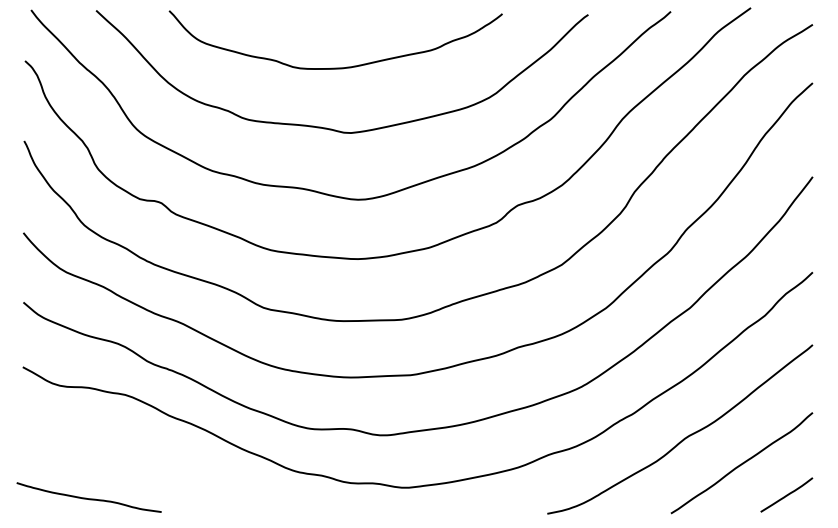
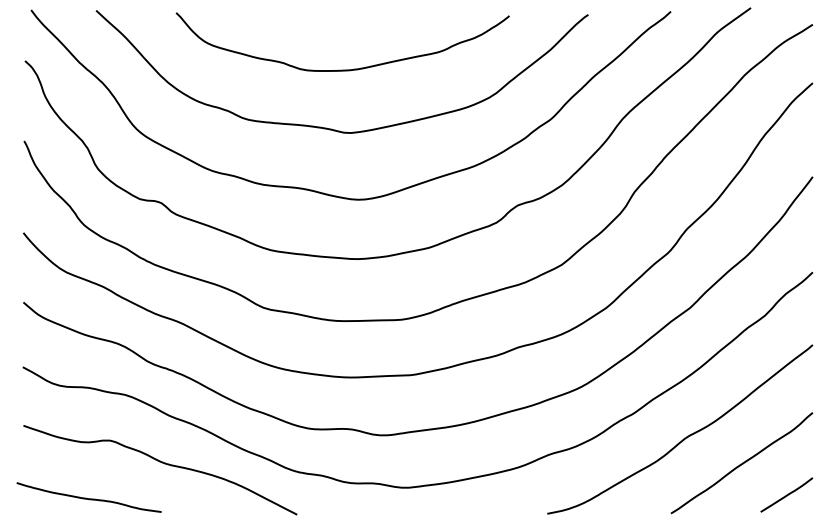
curve at (335, 67) position: (335, 67) -> (342, 69)
curve at (161, 463): none -> present
